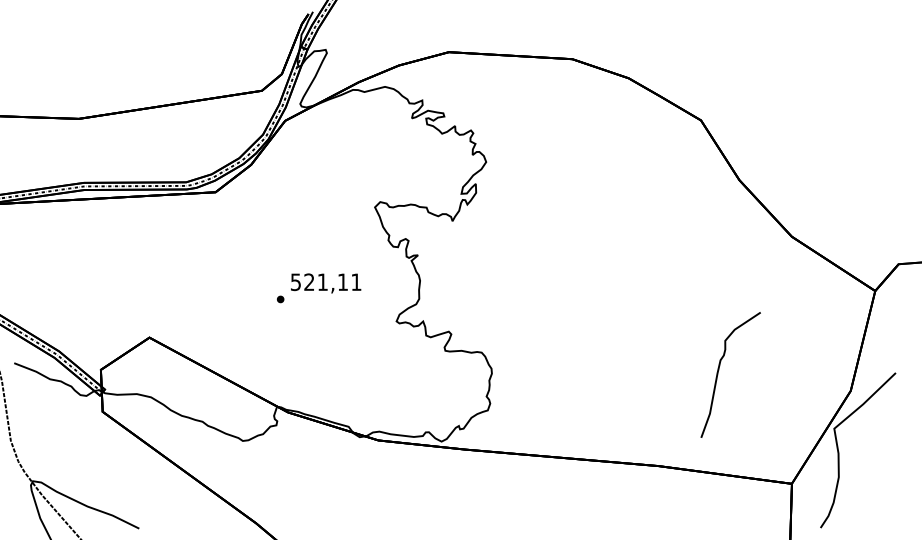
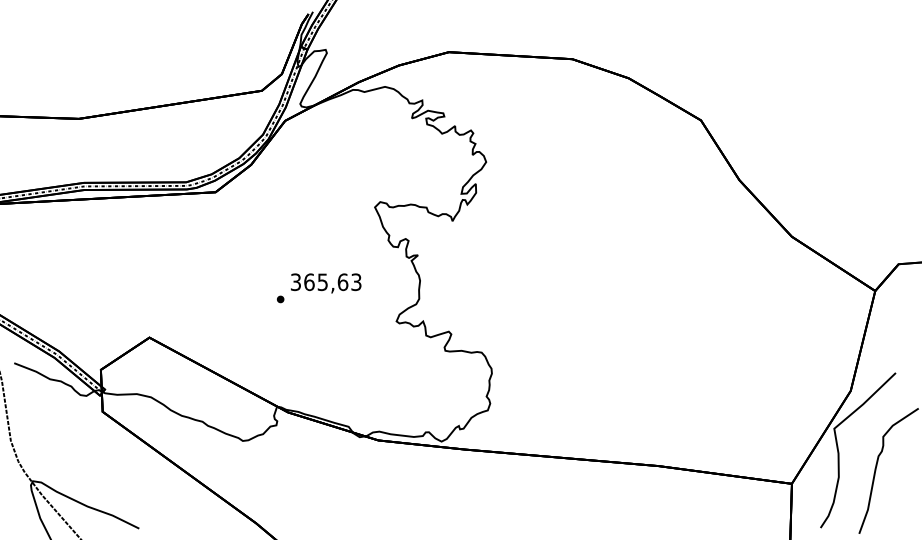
text at (326, 282): 521,11 -> 365,63
curve at (719, 370) position: (719, 370) -> (877, 466)
